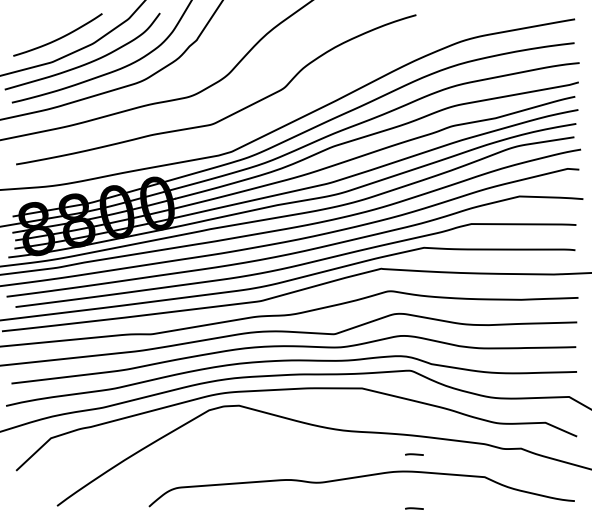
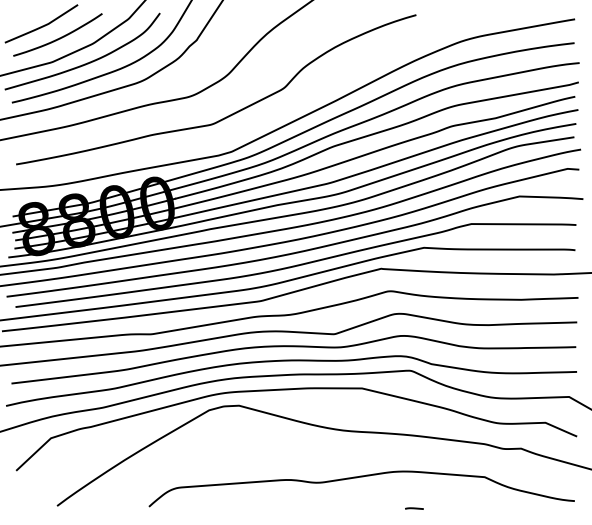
curve at (42, 25): none -> present
line at (414, 454): present -> none
